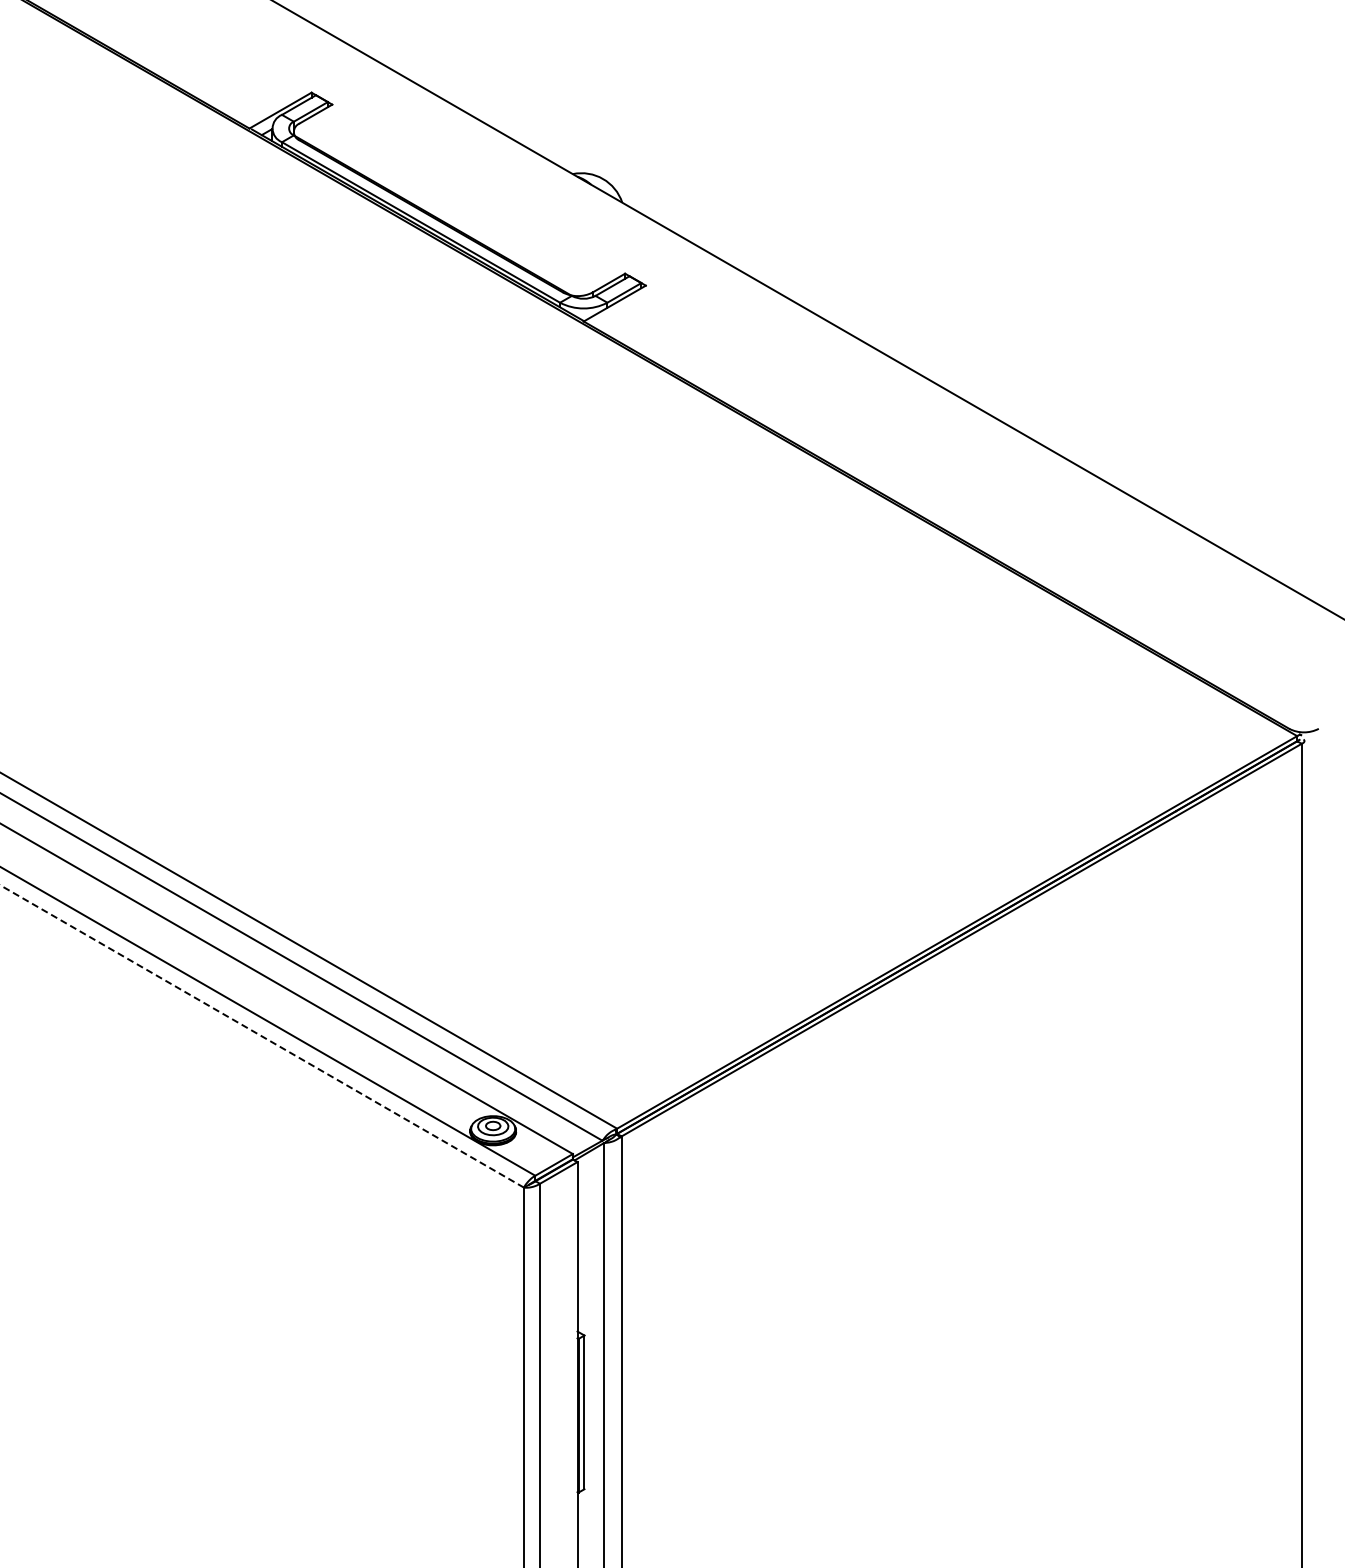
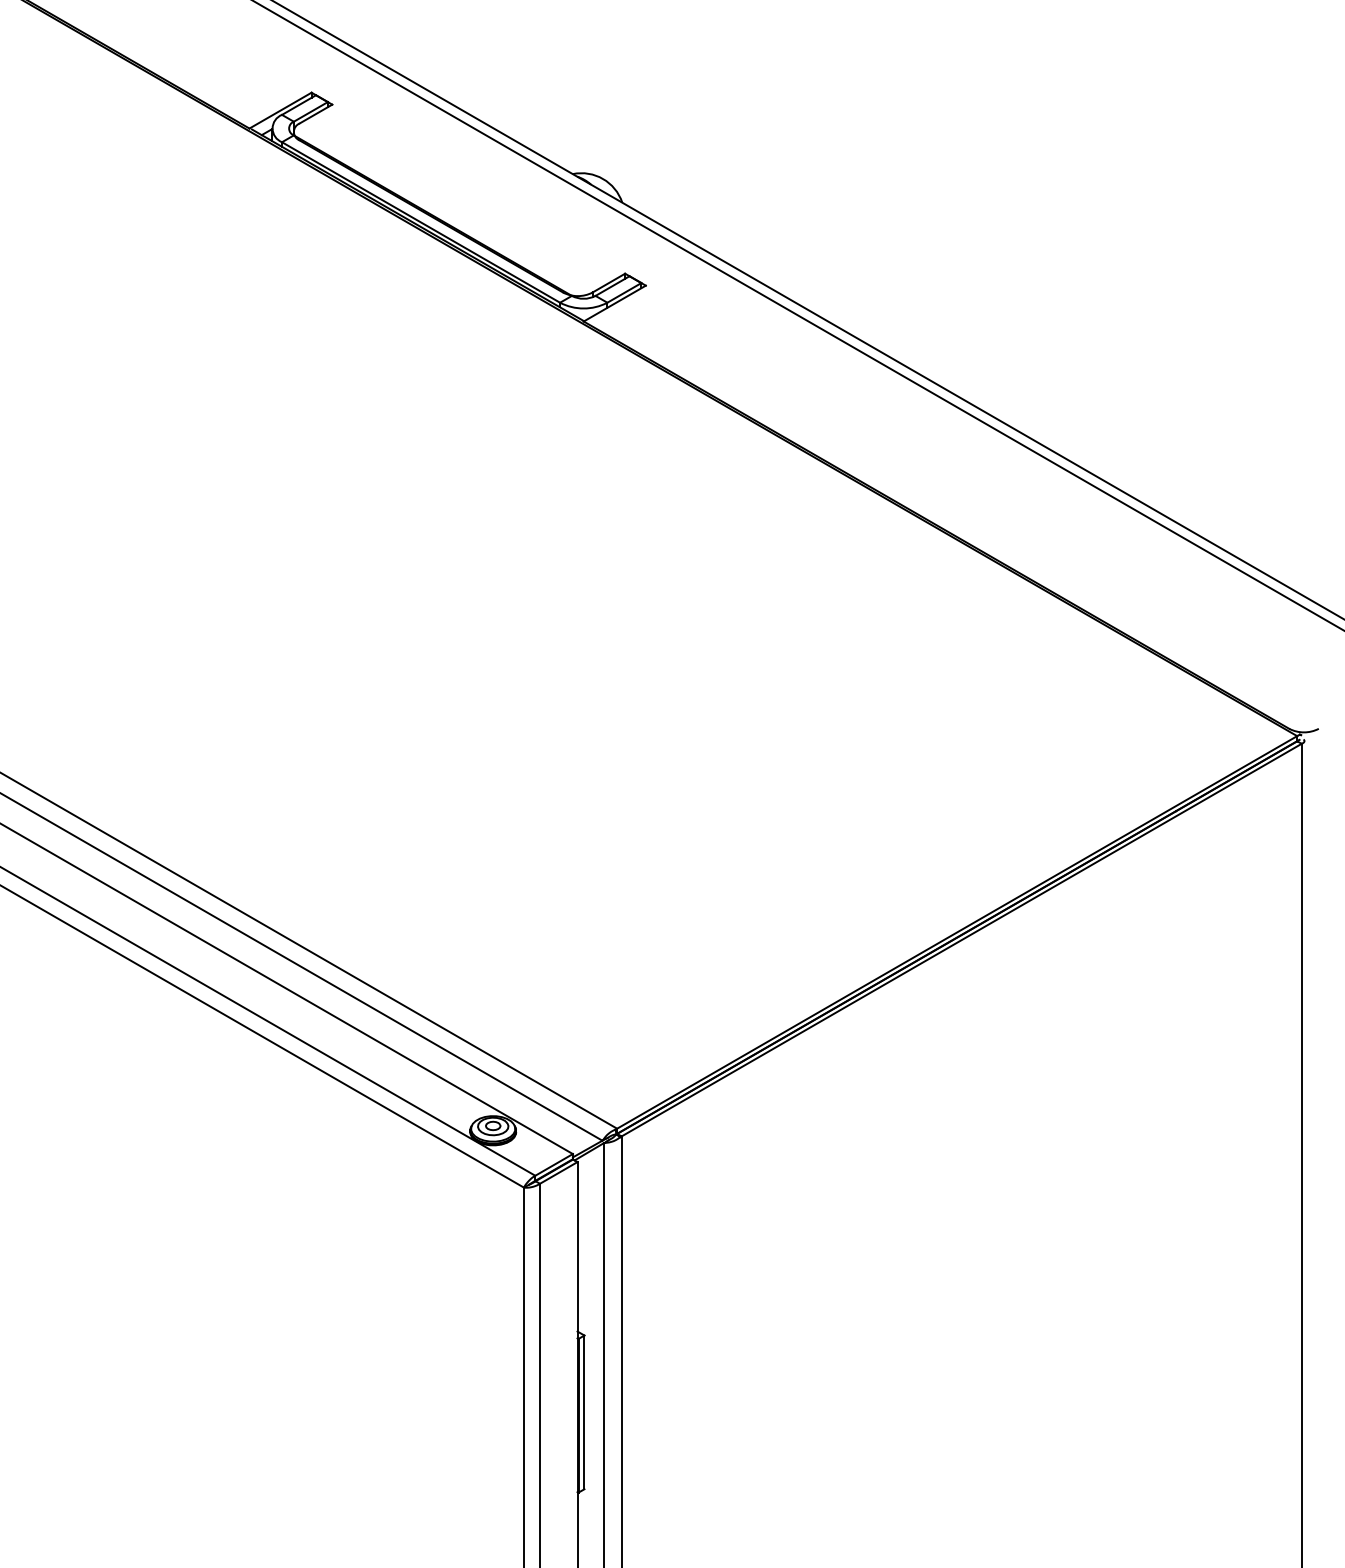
line at (798, 315): none -> present
line at (261, 1036): dashed -> solid
